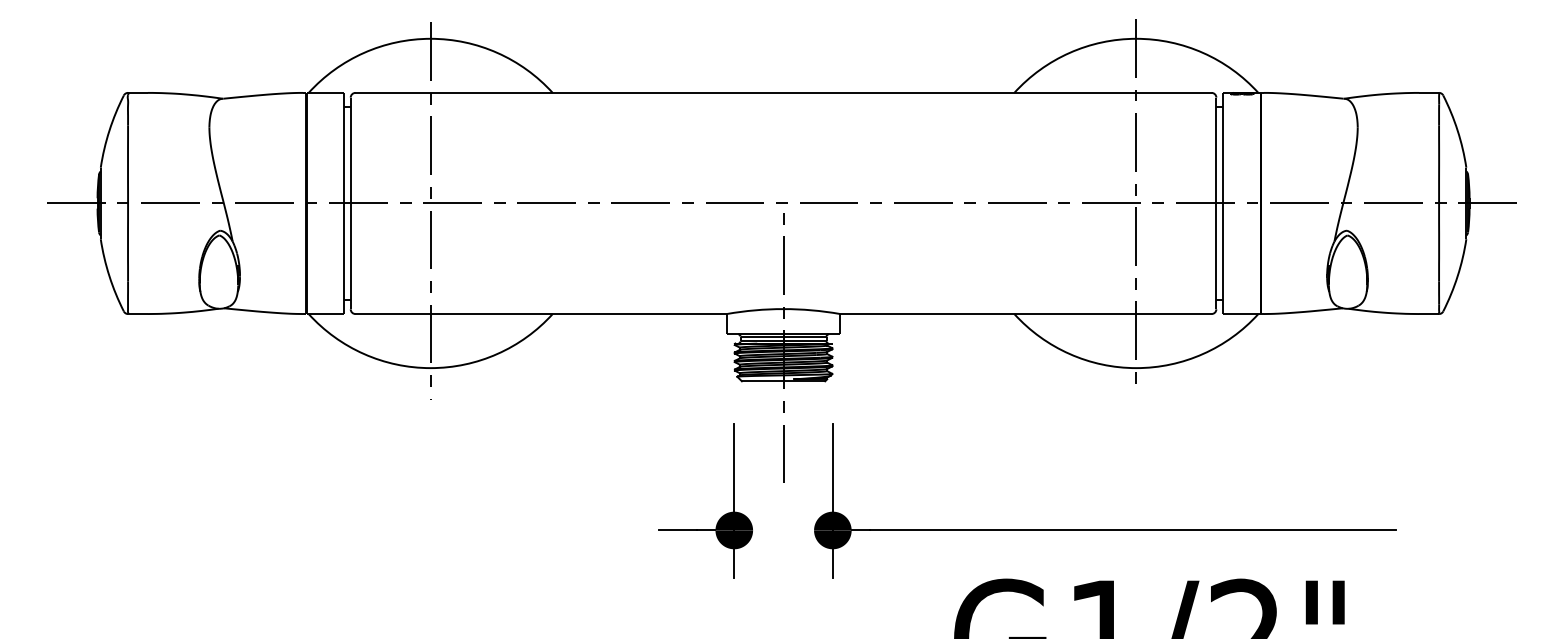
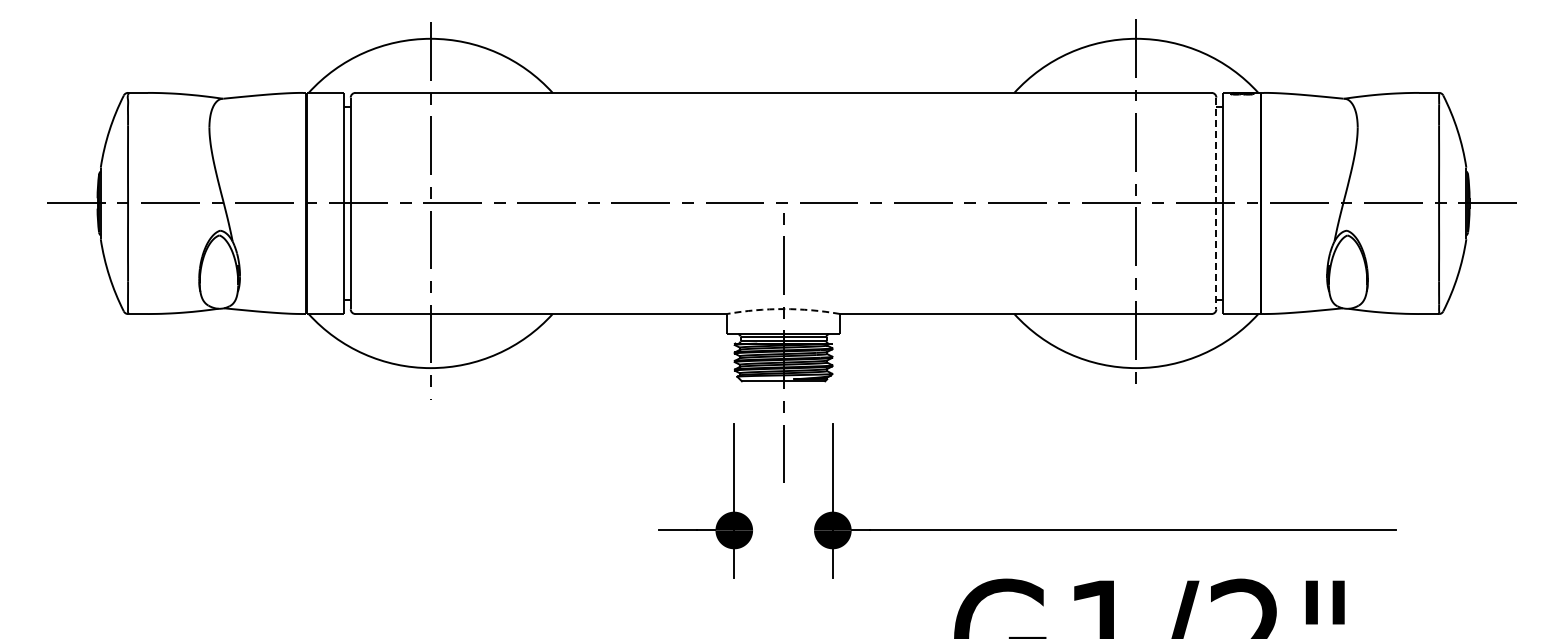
line at (1216, 203): solid -> dashed
arc at (783, 309): solid -> dashed
